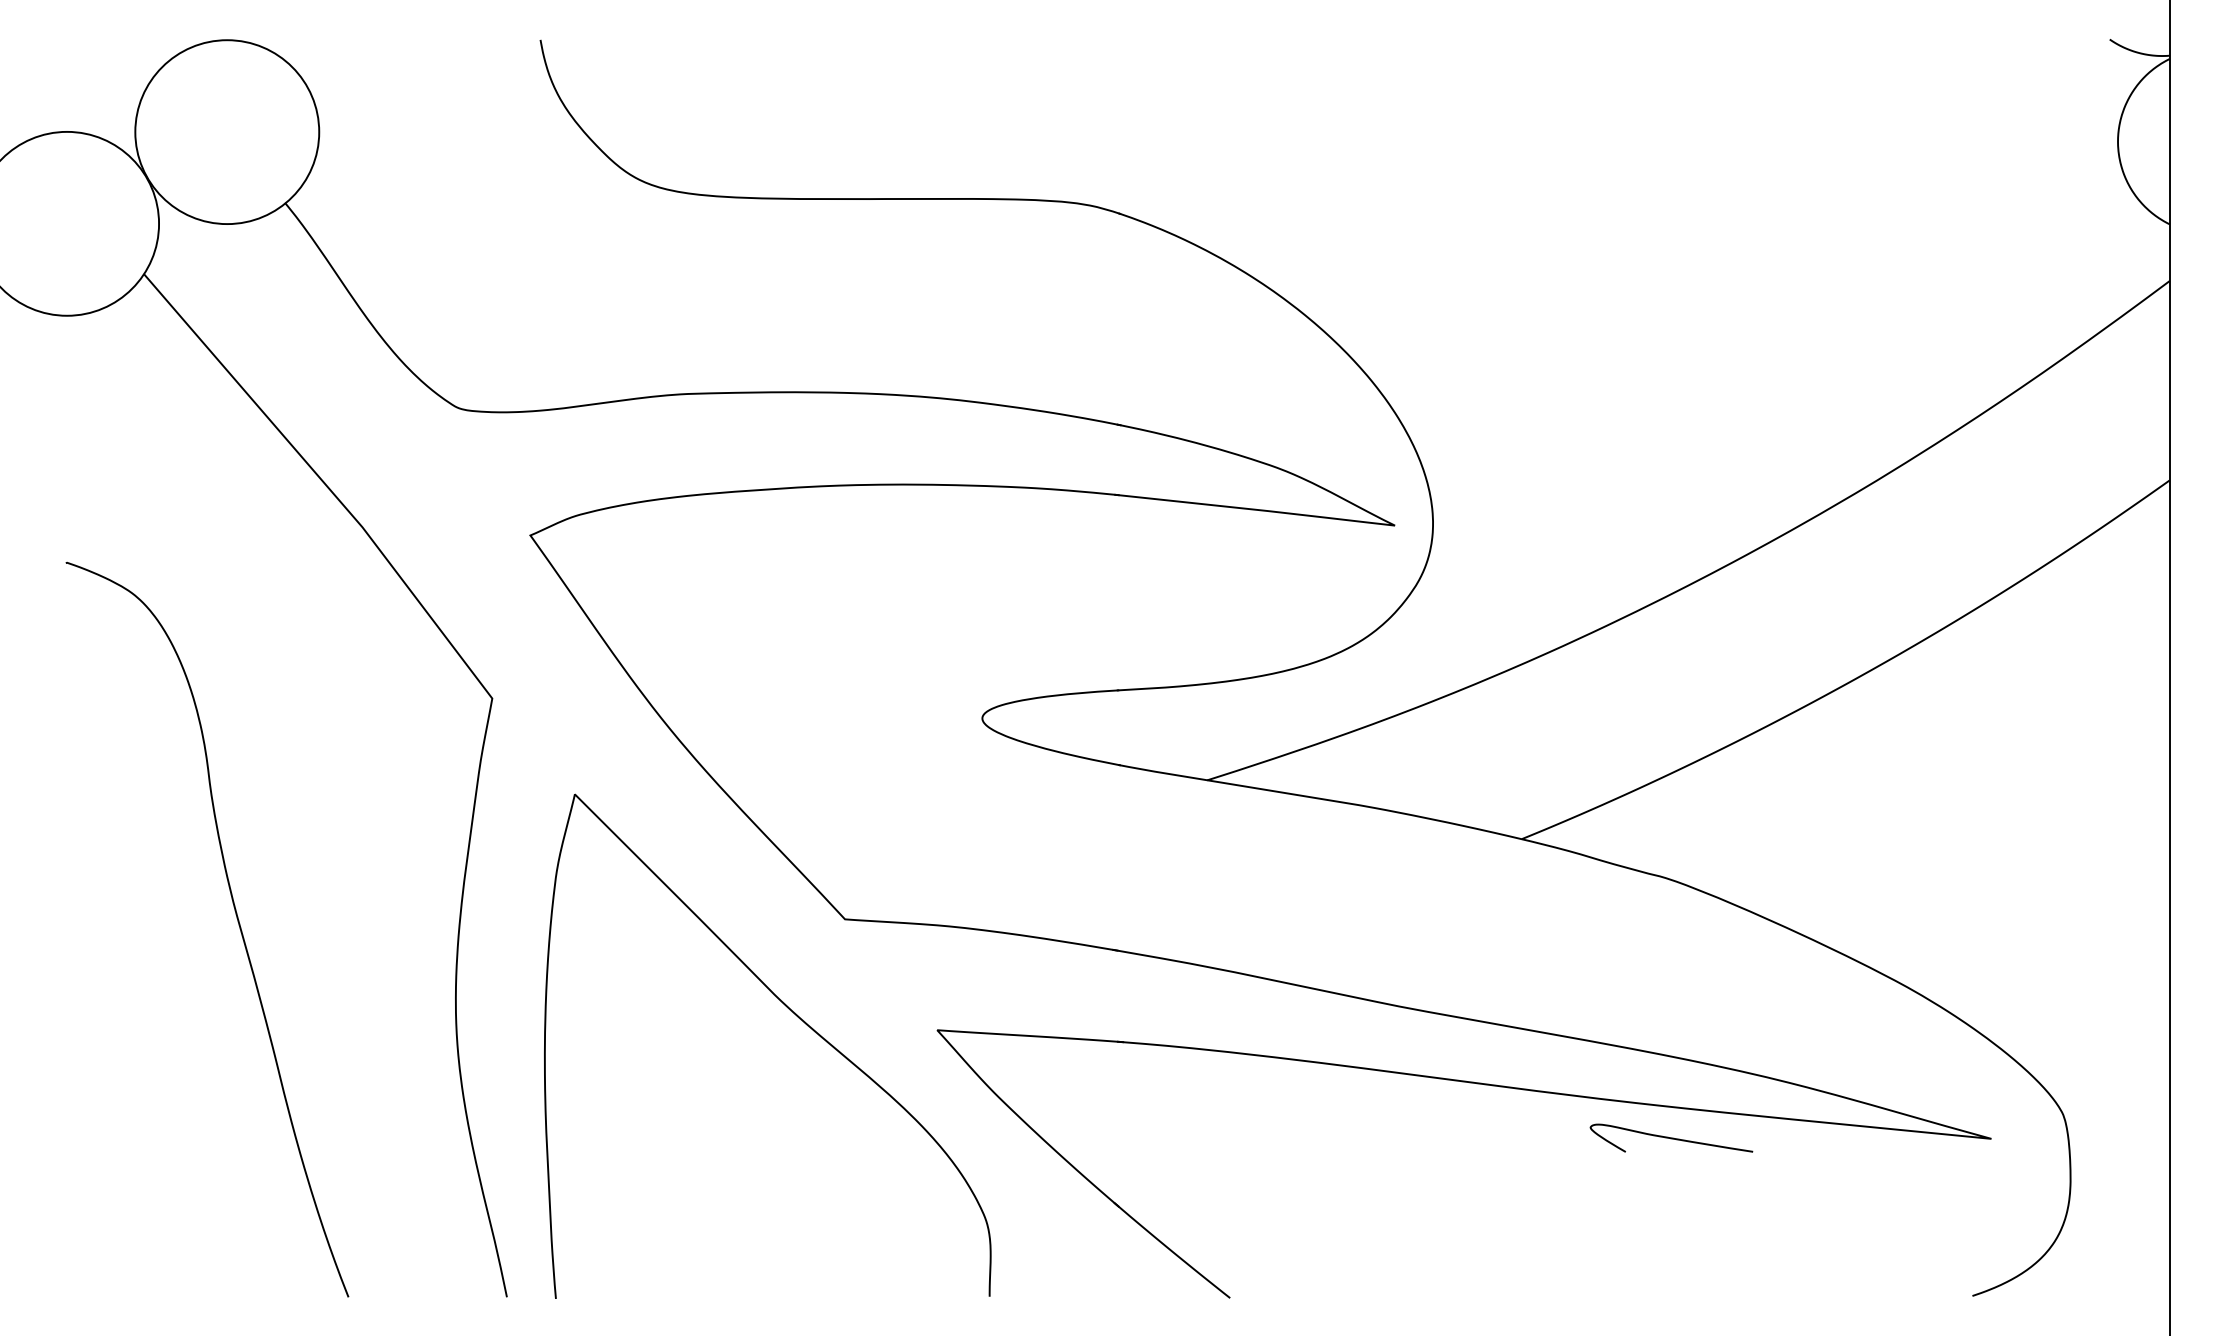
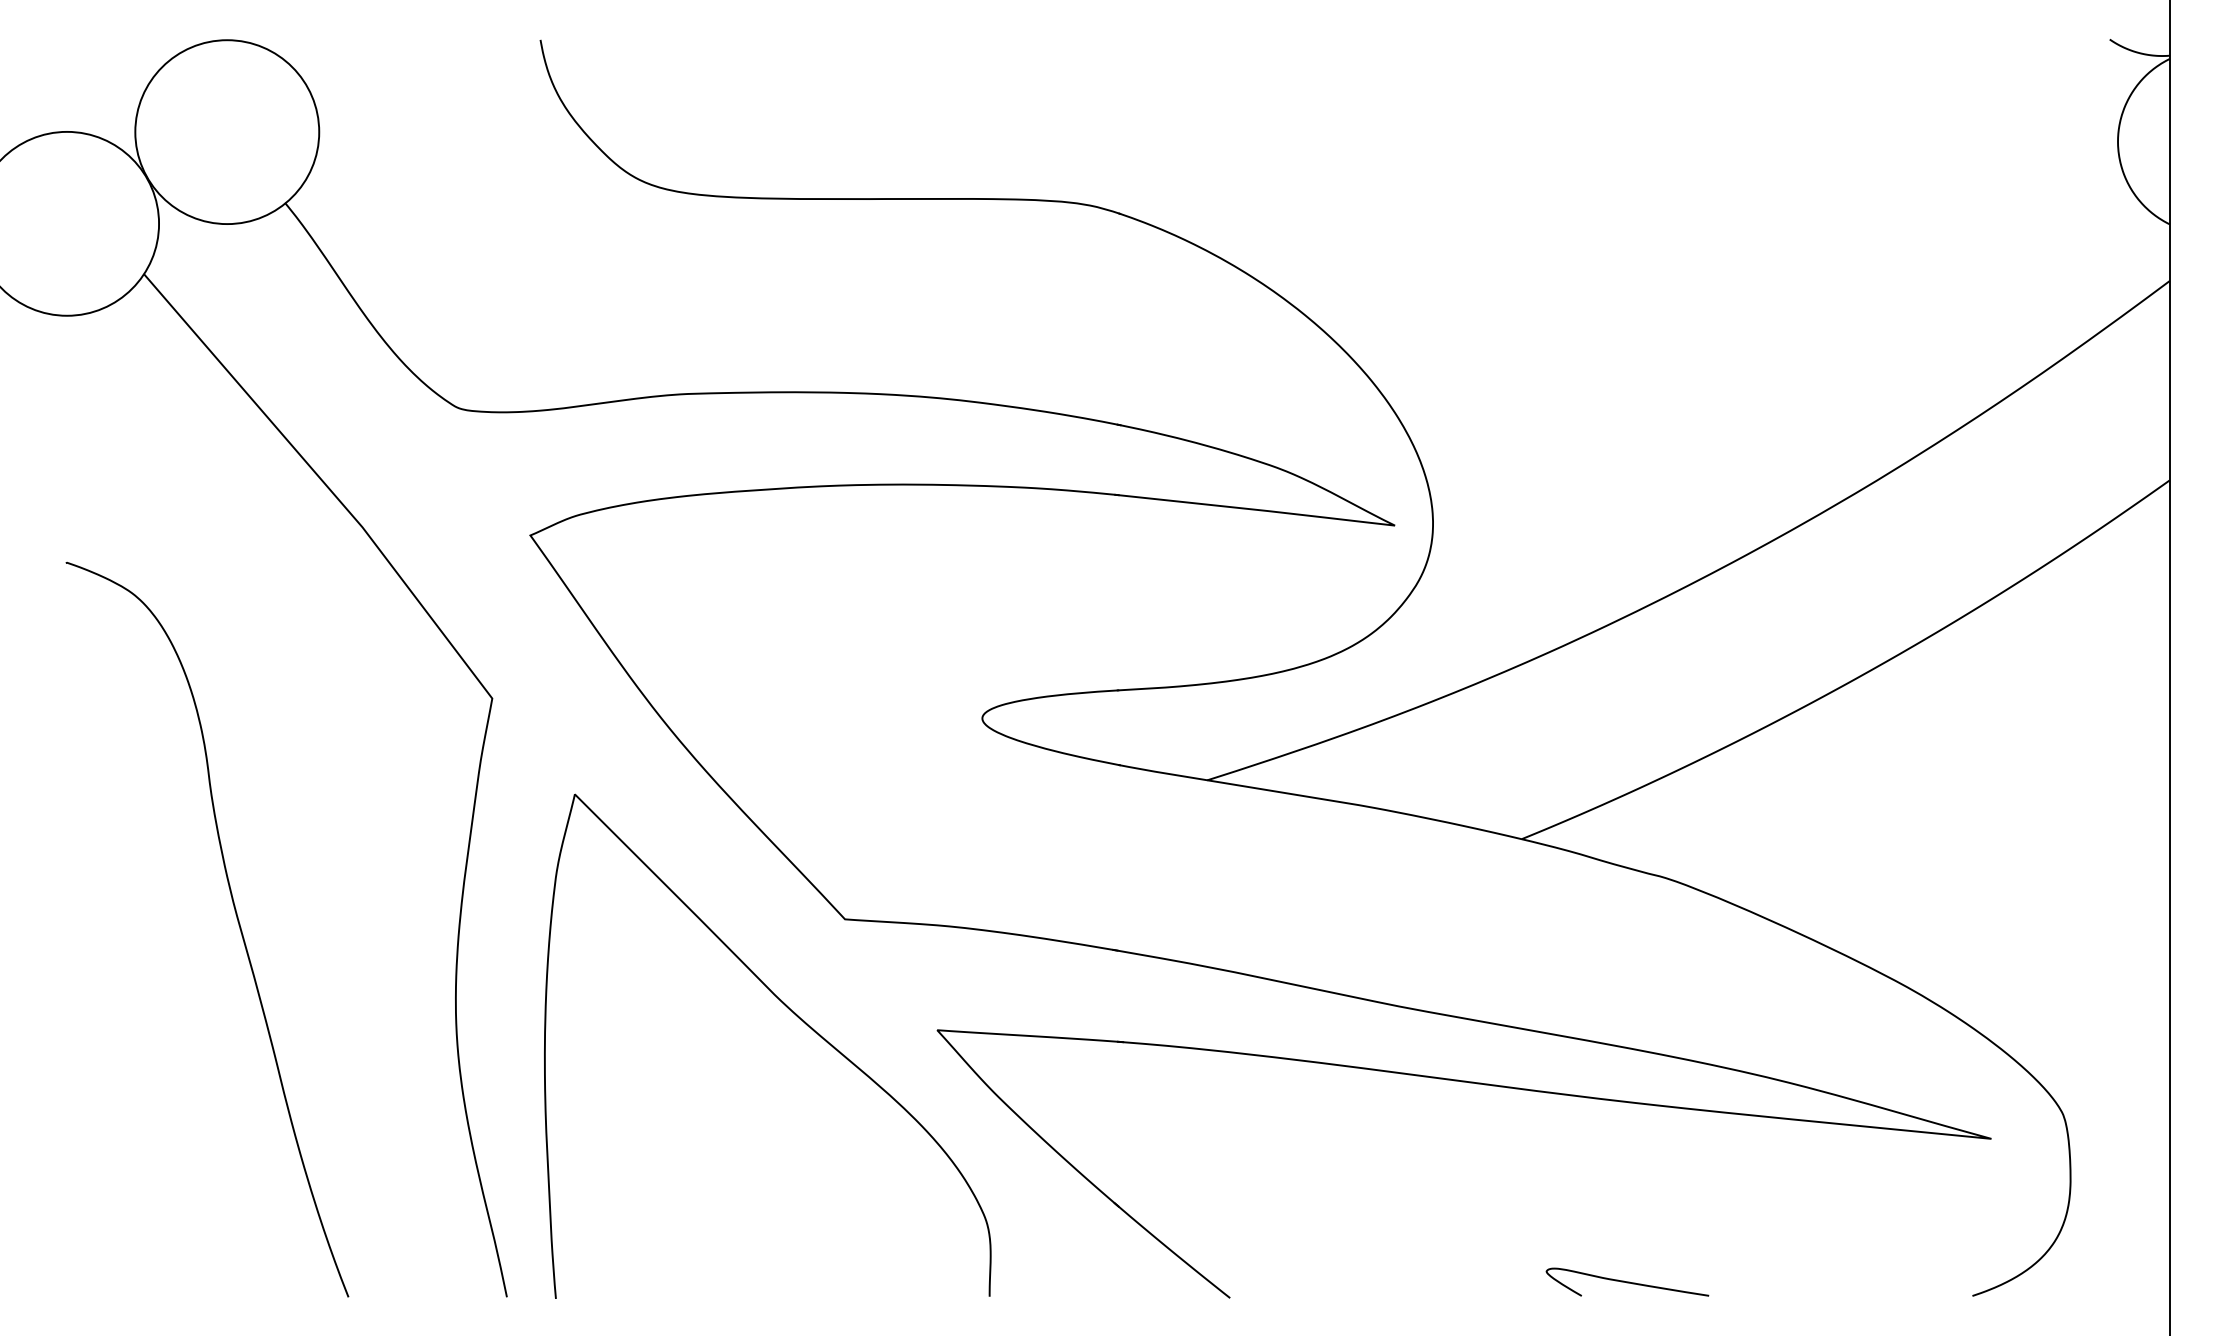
curve at (1671, 1137) position: (1671, 1137) -> (1627, 1281)
